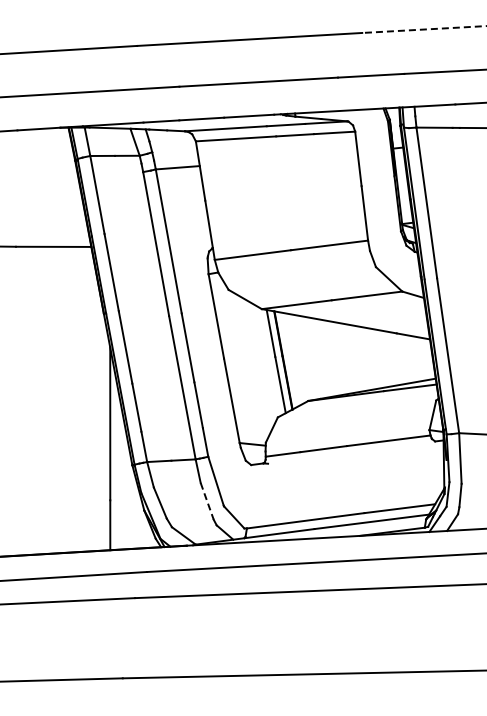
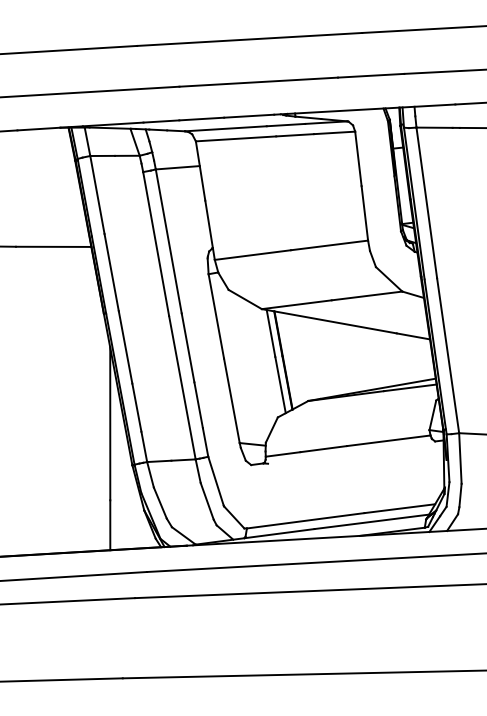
line at (424, 29): dashed -> solid
line at (207, 501): dashed -> solid
